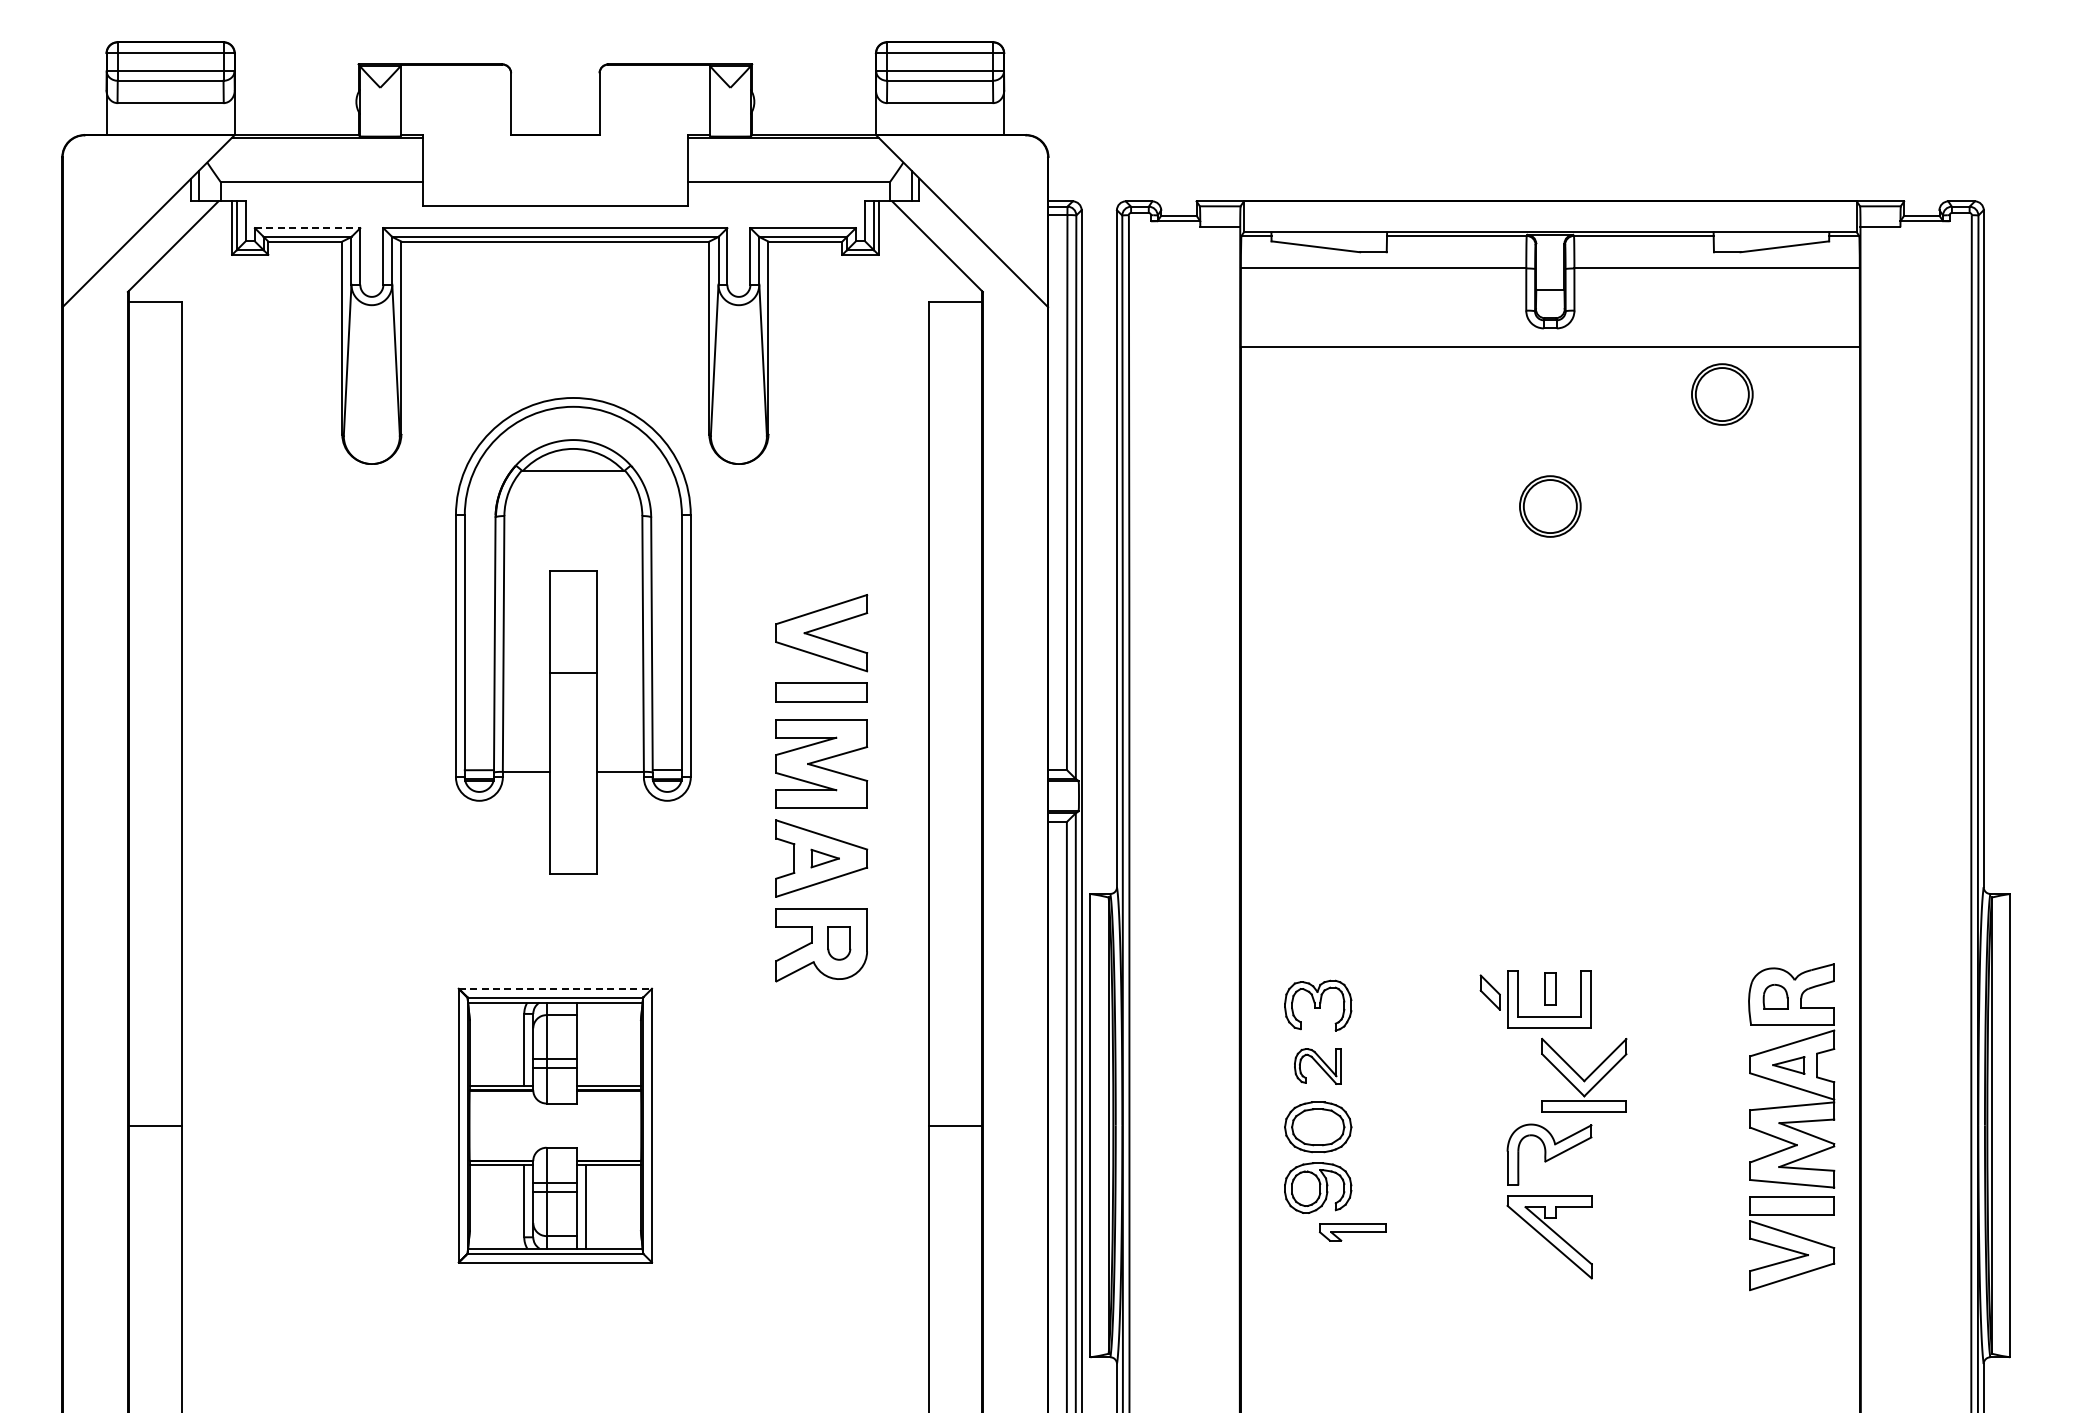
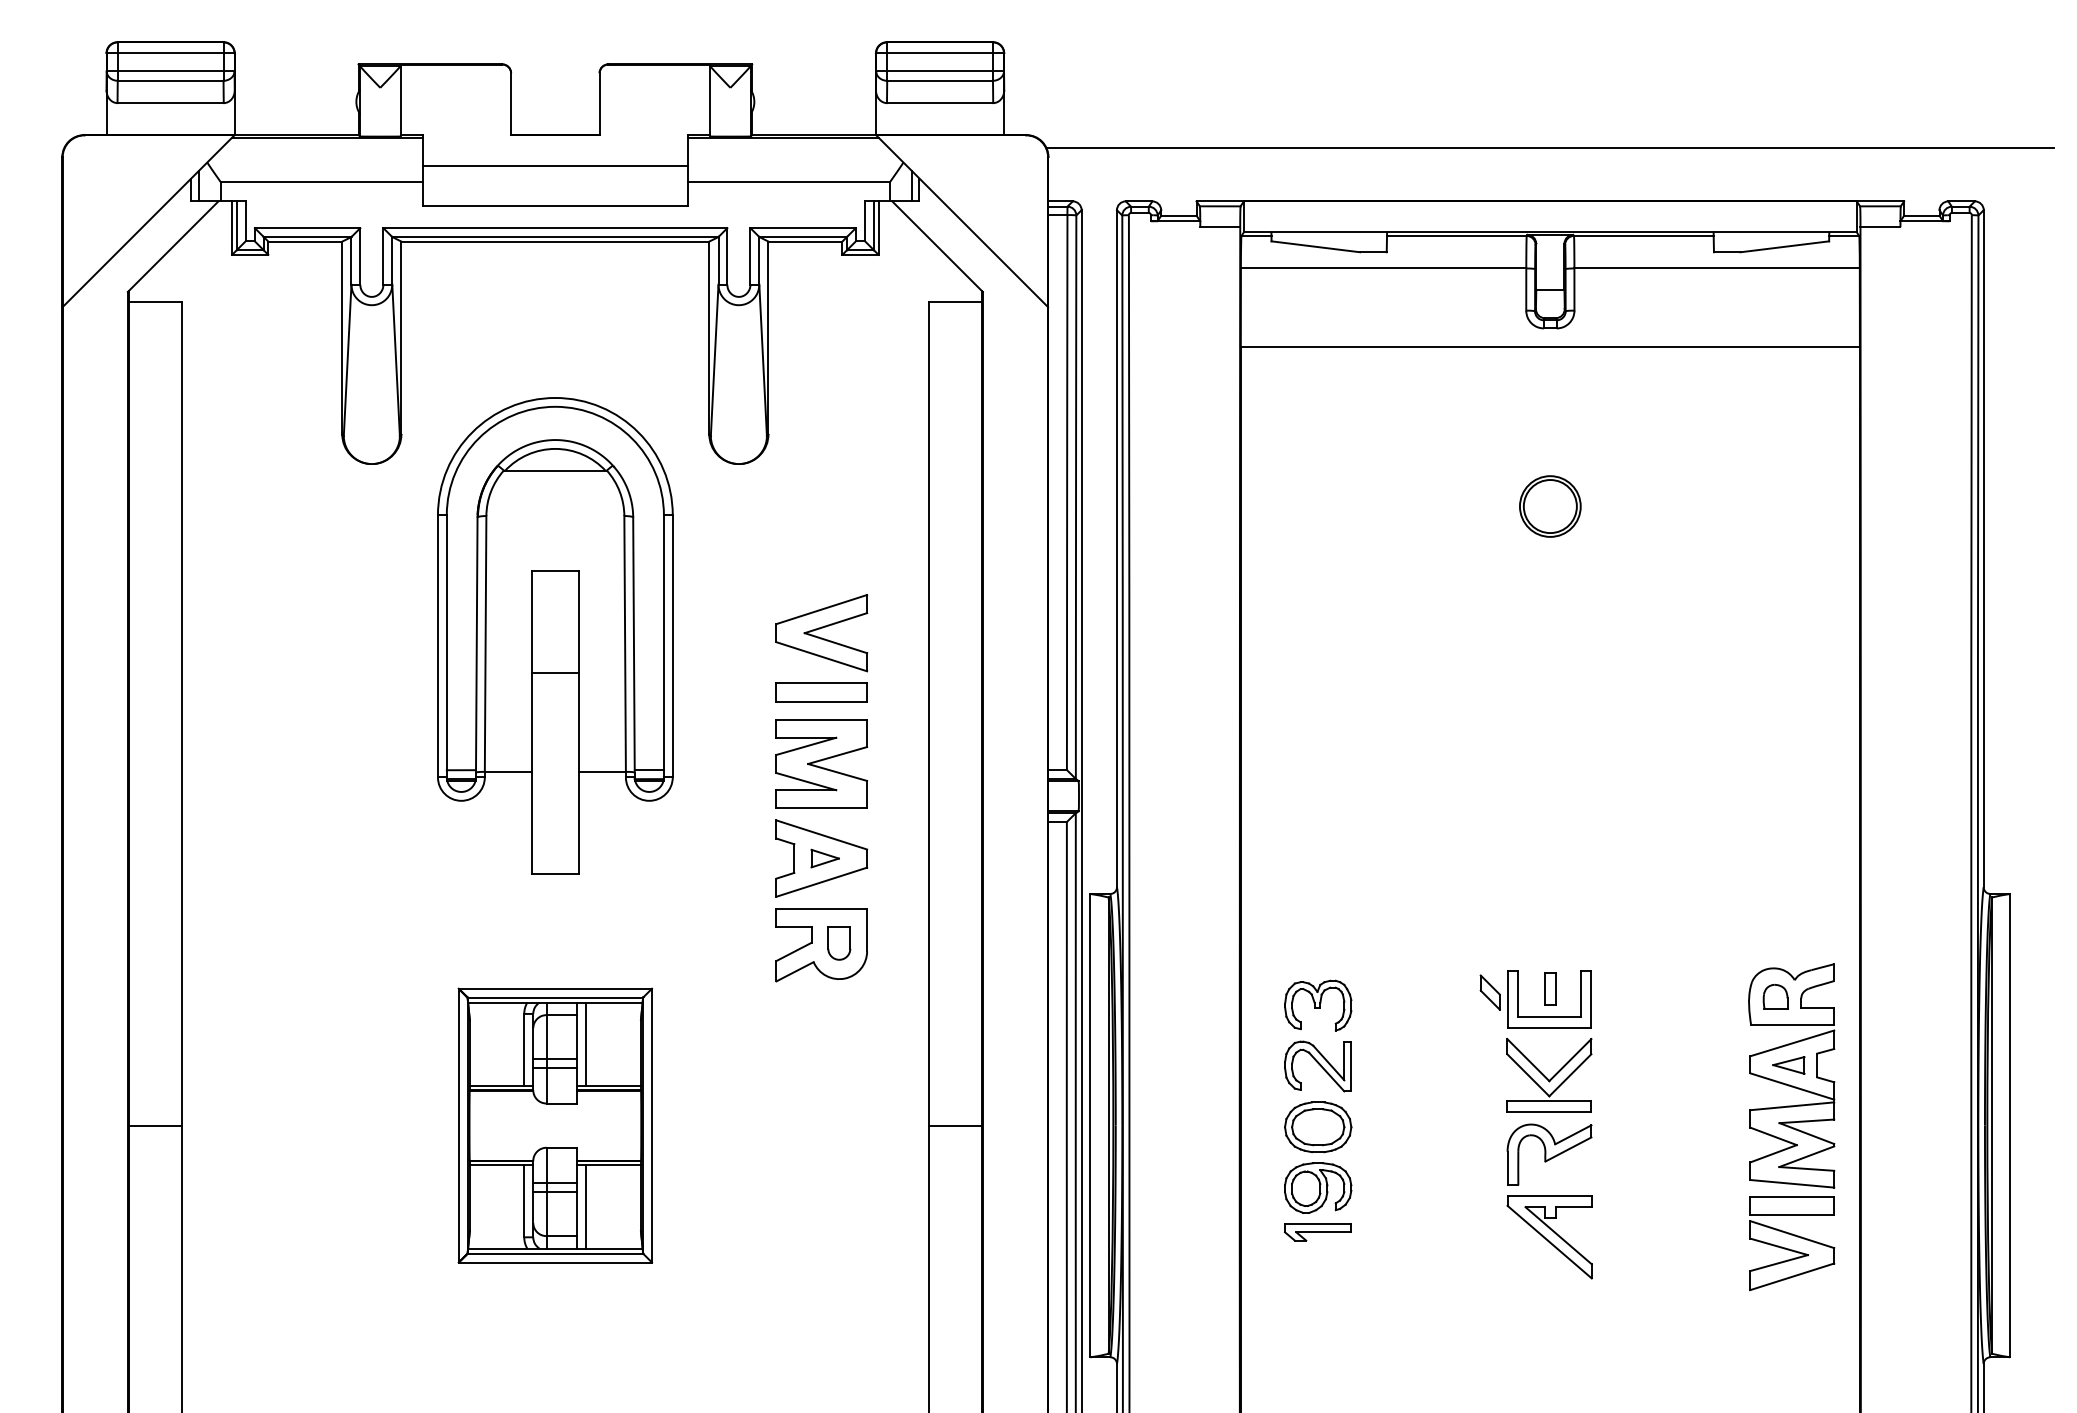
line at (1550, 148): none -> present
line at (555, 166): none -> present
line at (307, 228): dashed -> solid
part at (1722, 394): present -> none
part at (573, 635) position: (573, 635) -> (555, 635)
line at (555, 988): dashed -> solid
line at (586, 1043): none -> present
part at (1317, 1066) size: 48x37 px -> 68x53 px
part at (1584, 1074) position: (1584, 1074) -> (1549, 1074)
part at (1352, 1232) position: (1352, 1232) -> (1317, 1232)
